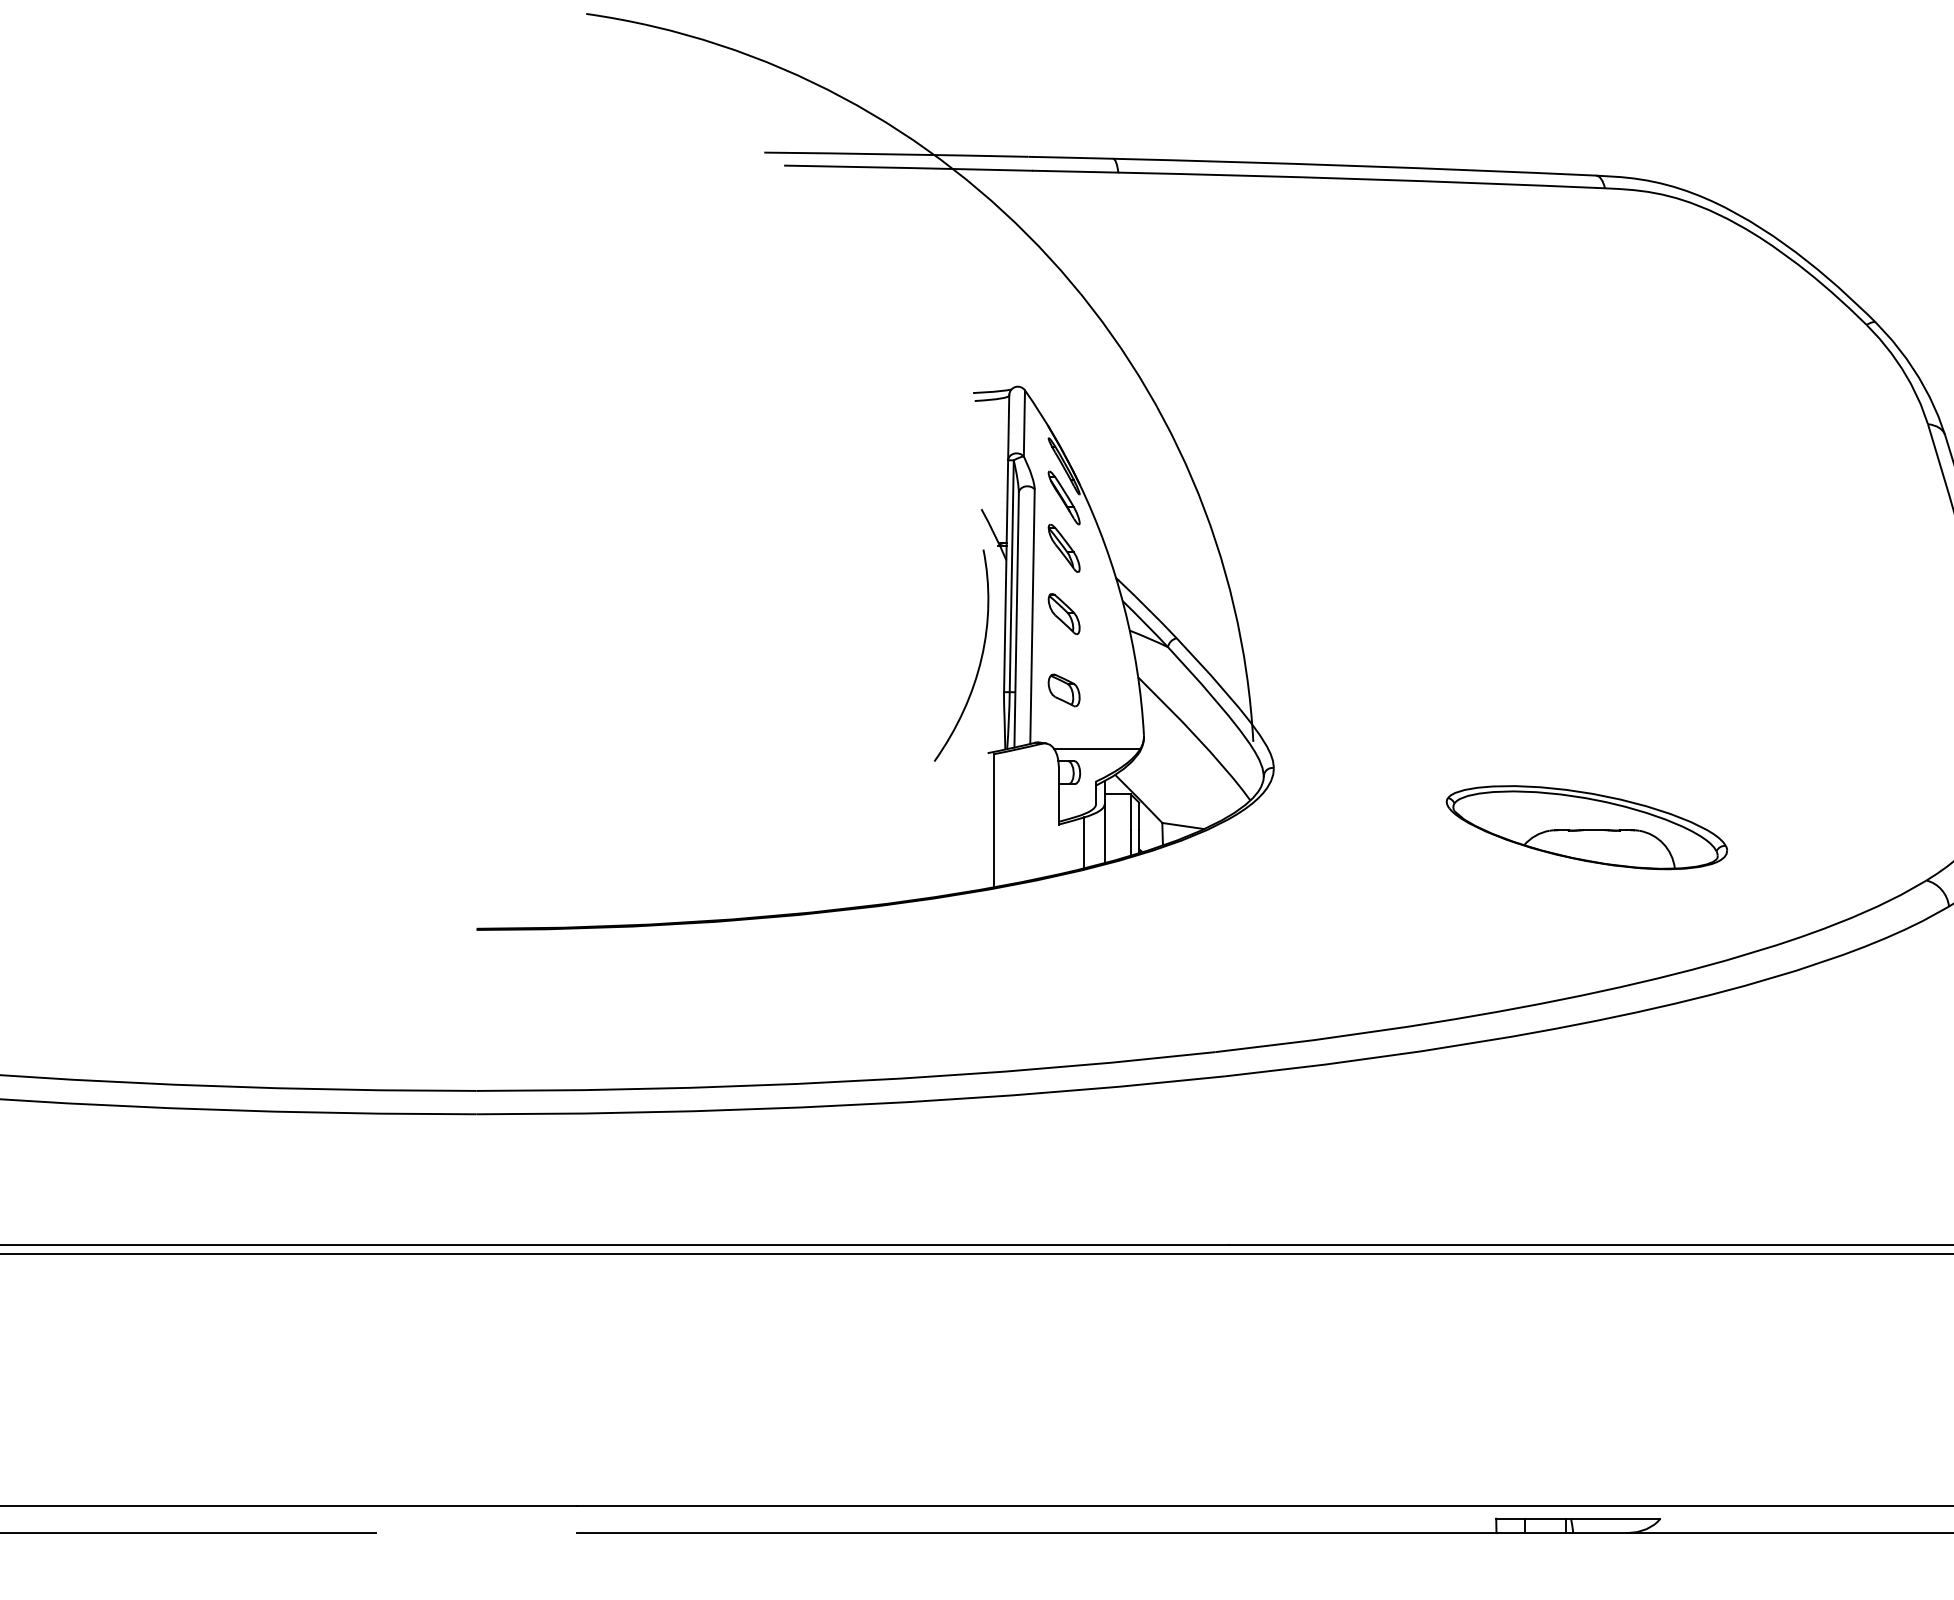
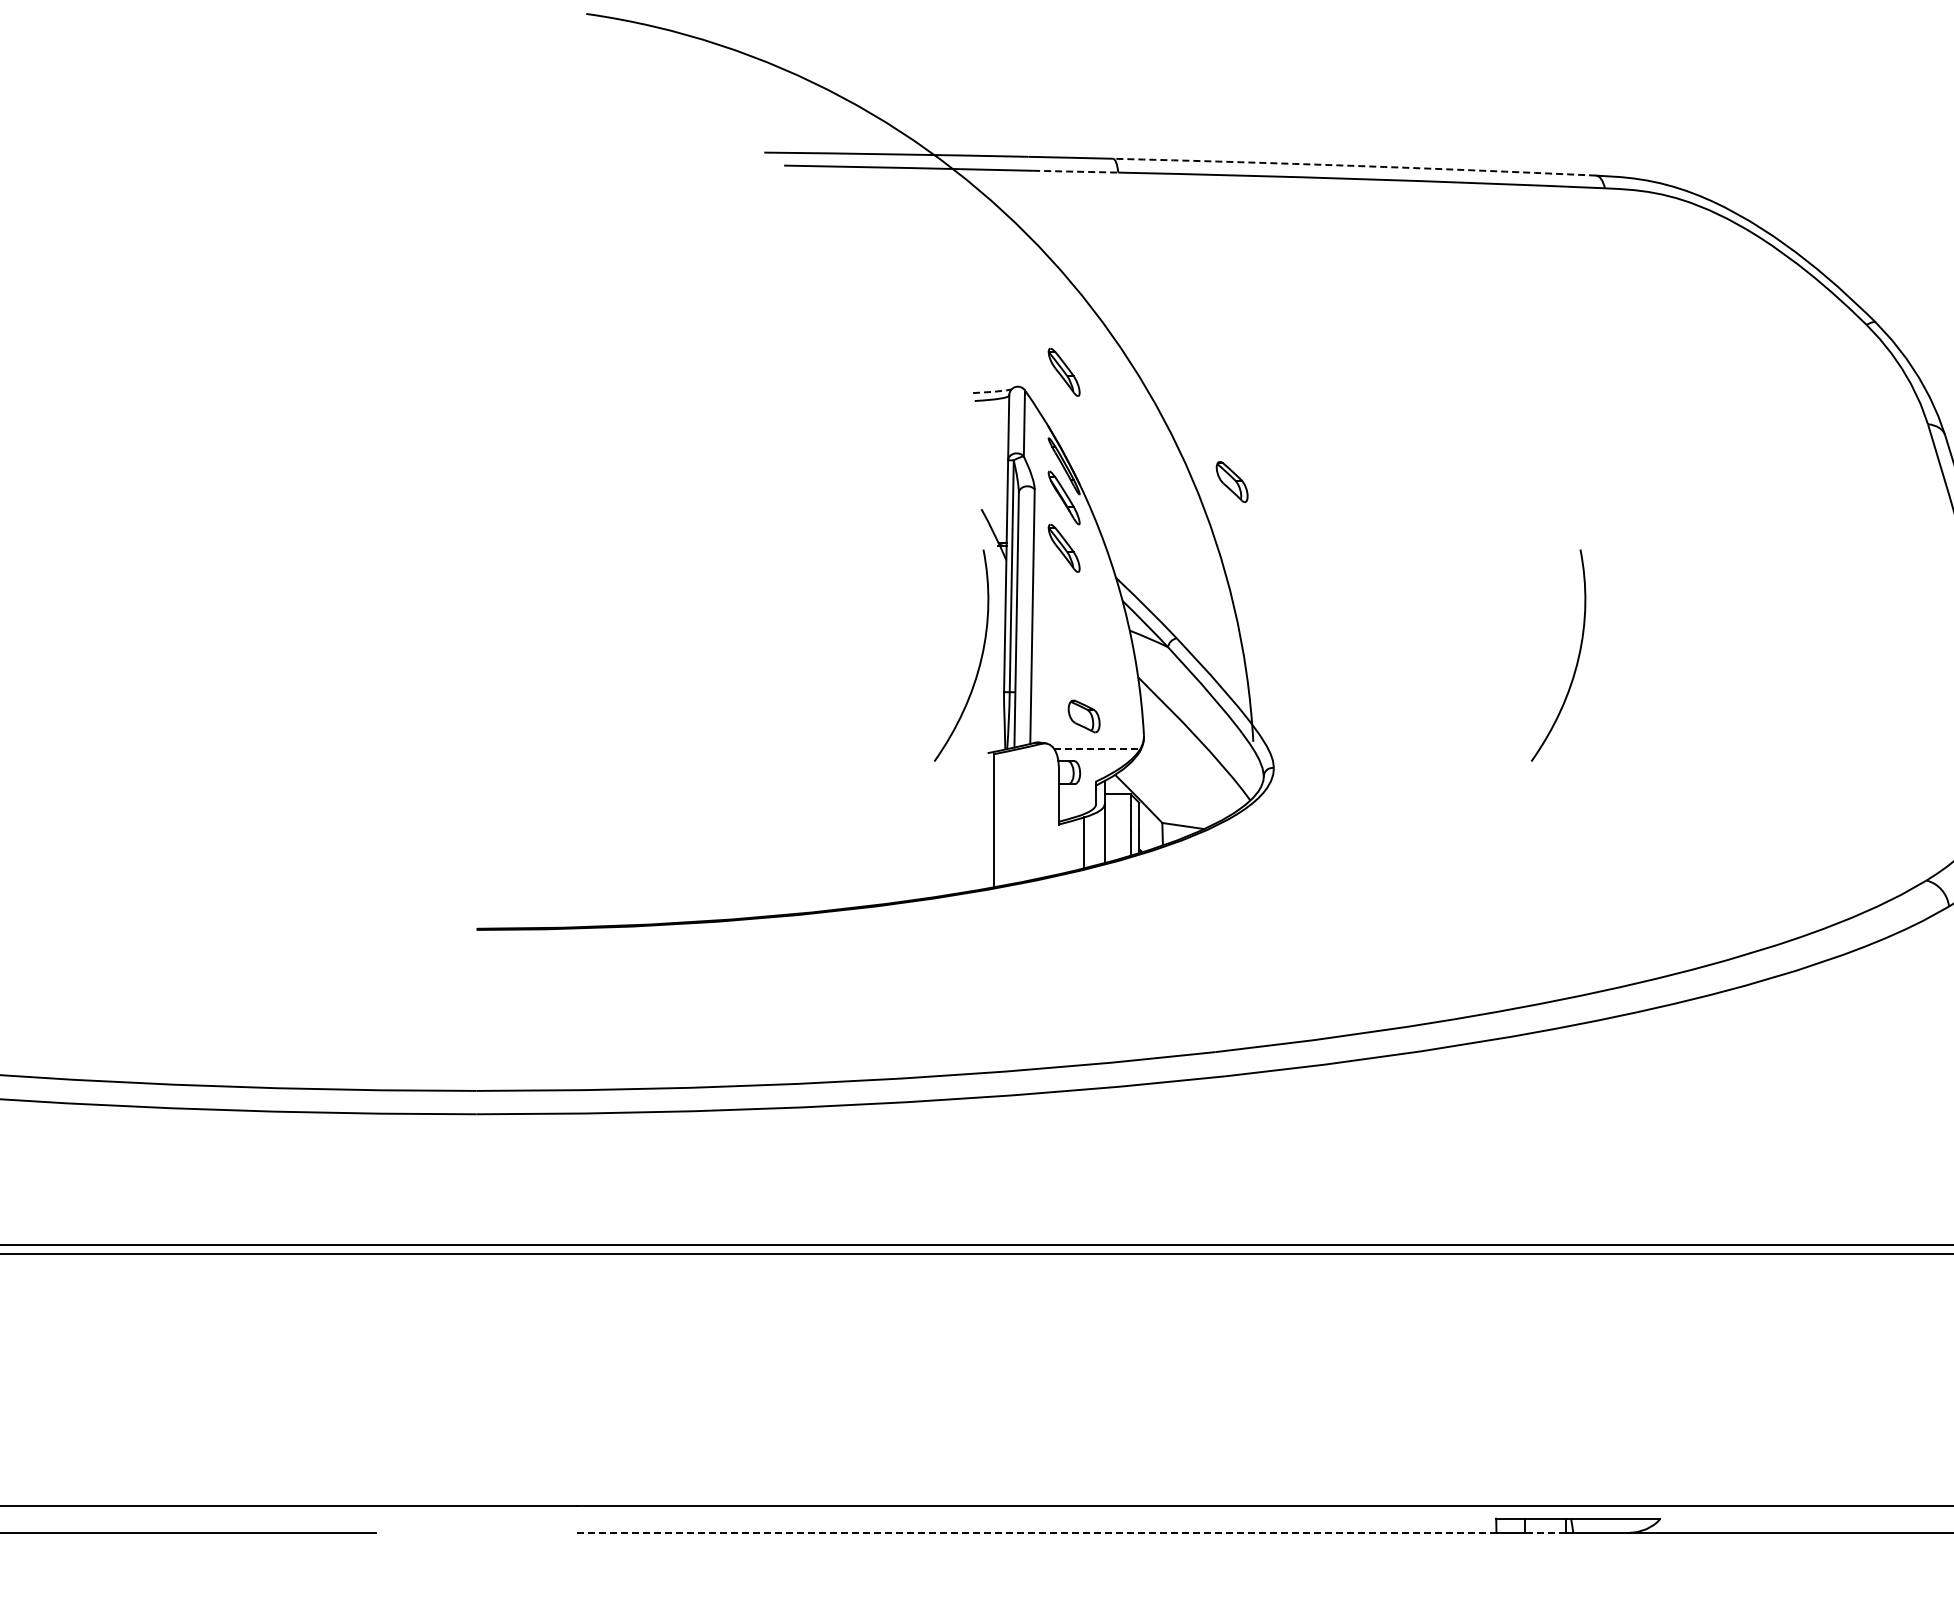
arc at (1354, 165): solid -> dashed
line at (1075, 171): solid -> dashed
part at (1063, 371): none -> present
line at (993, 391): solid -> dashed
part at (1063, 613) position: (1063, 613) -> (1231, 481)
curve at (1576, 661): none -> present
part at (1063, 690) position: (1063, 690) -> (1083, 716)
line at (1097, 749): solid -> dashed
part at (1586, 827): present -> none
line at (1036, 1533): solid -> dashed
line at (1544, 1533): solid -> dashed
